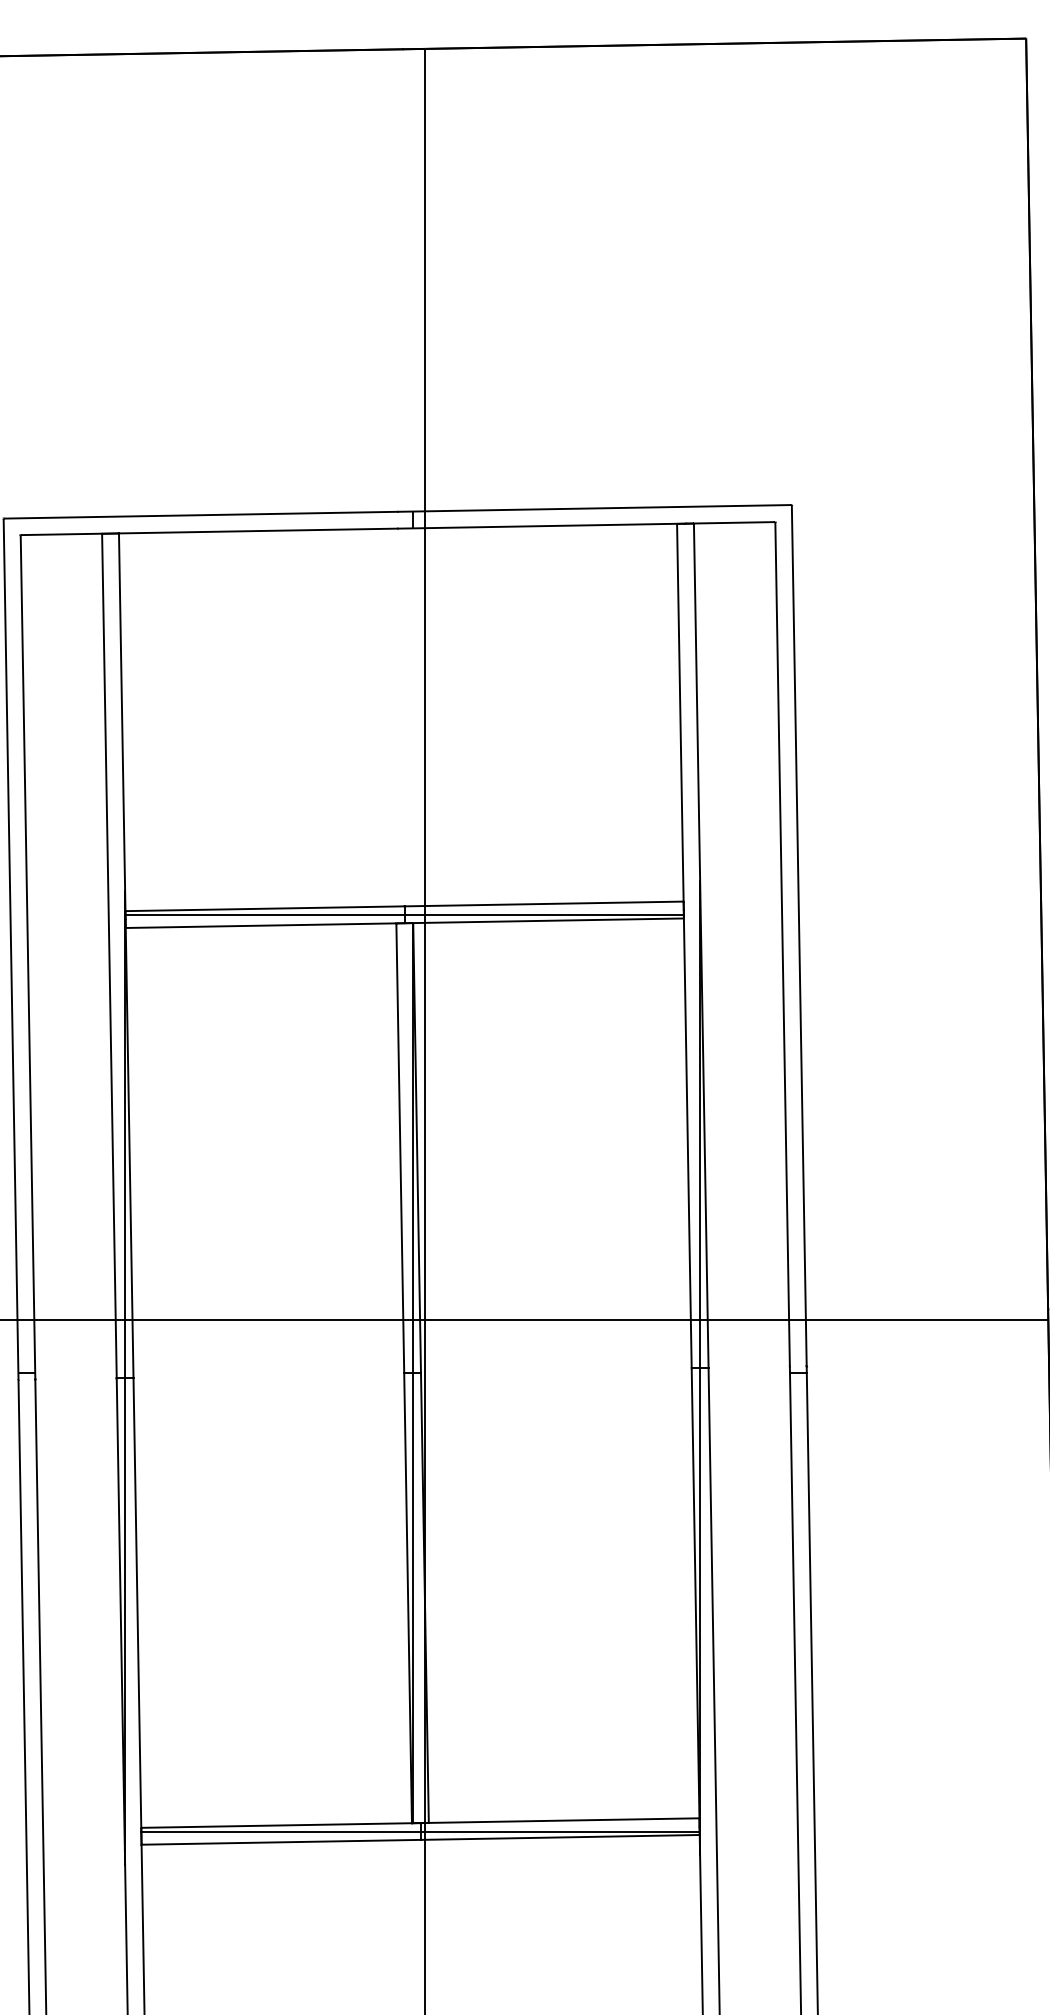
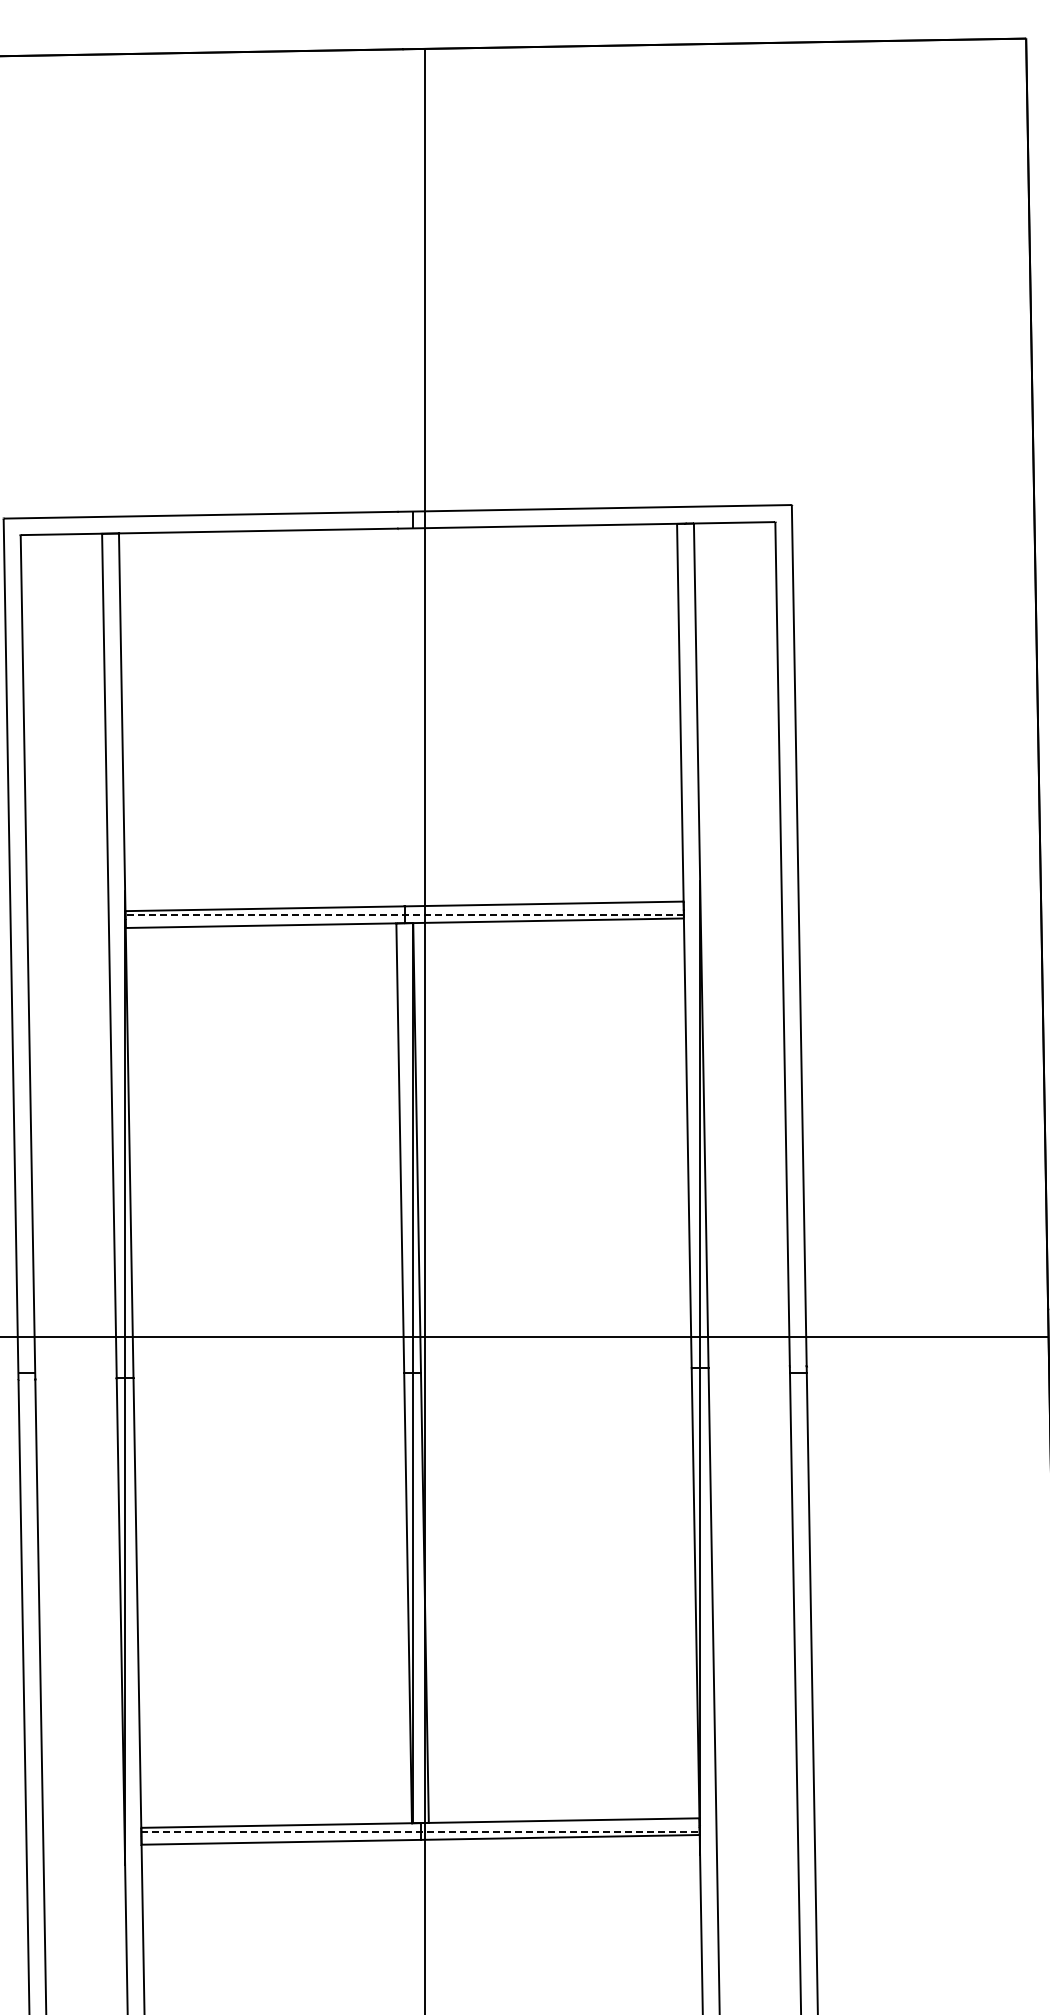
line at (404, 914): solid -> dashed
line at (524, 1319) position: (524, 1319) -> (524, 1336)
line at (421, 1831): solid -> dashed
